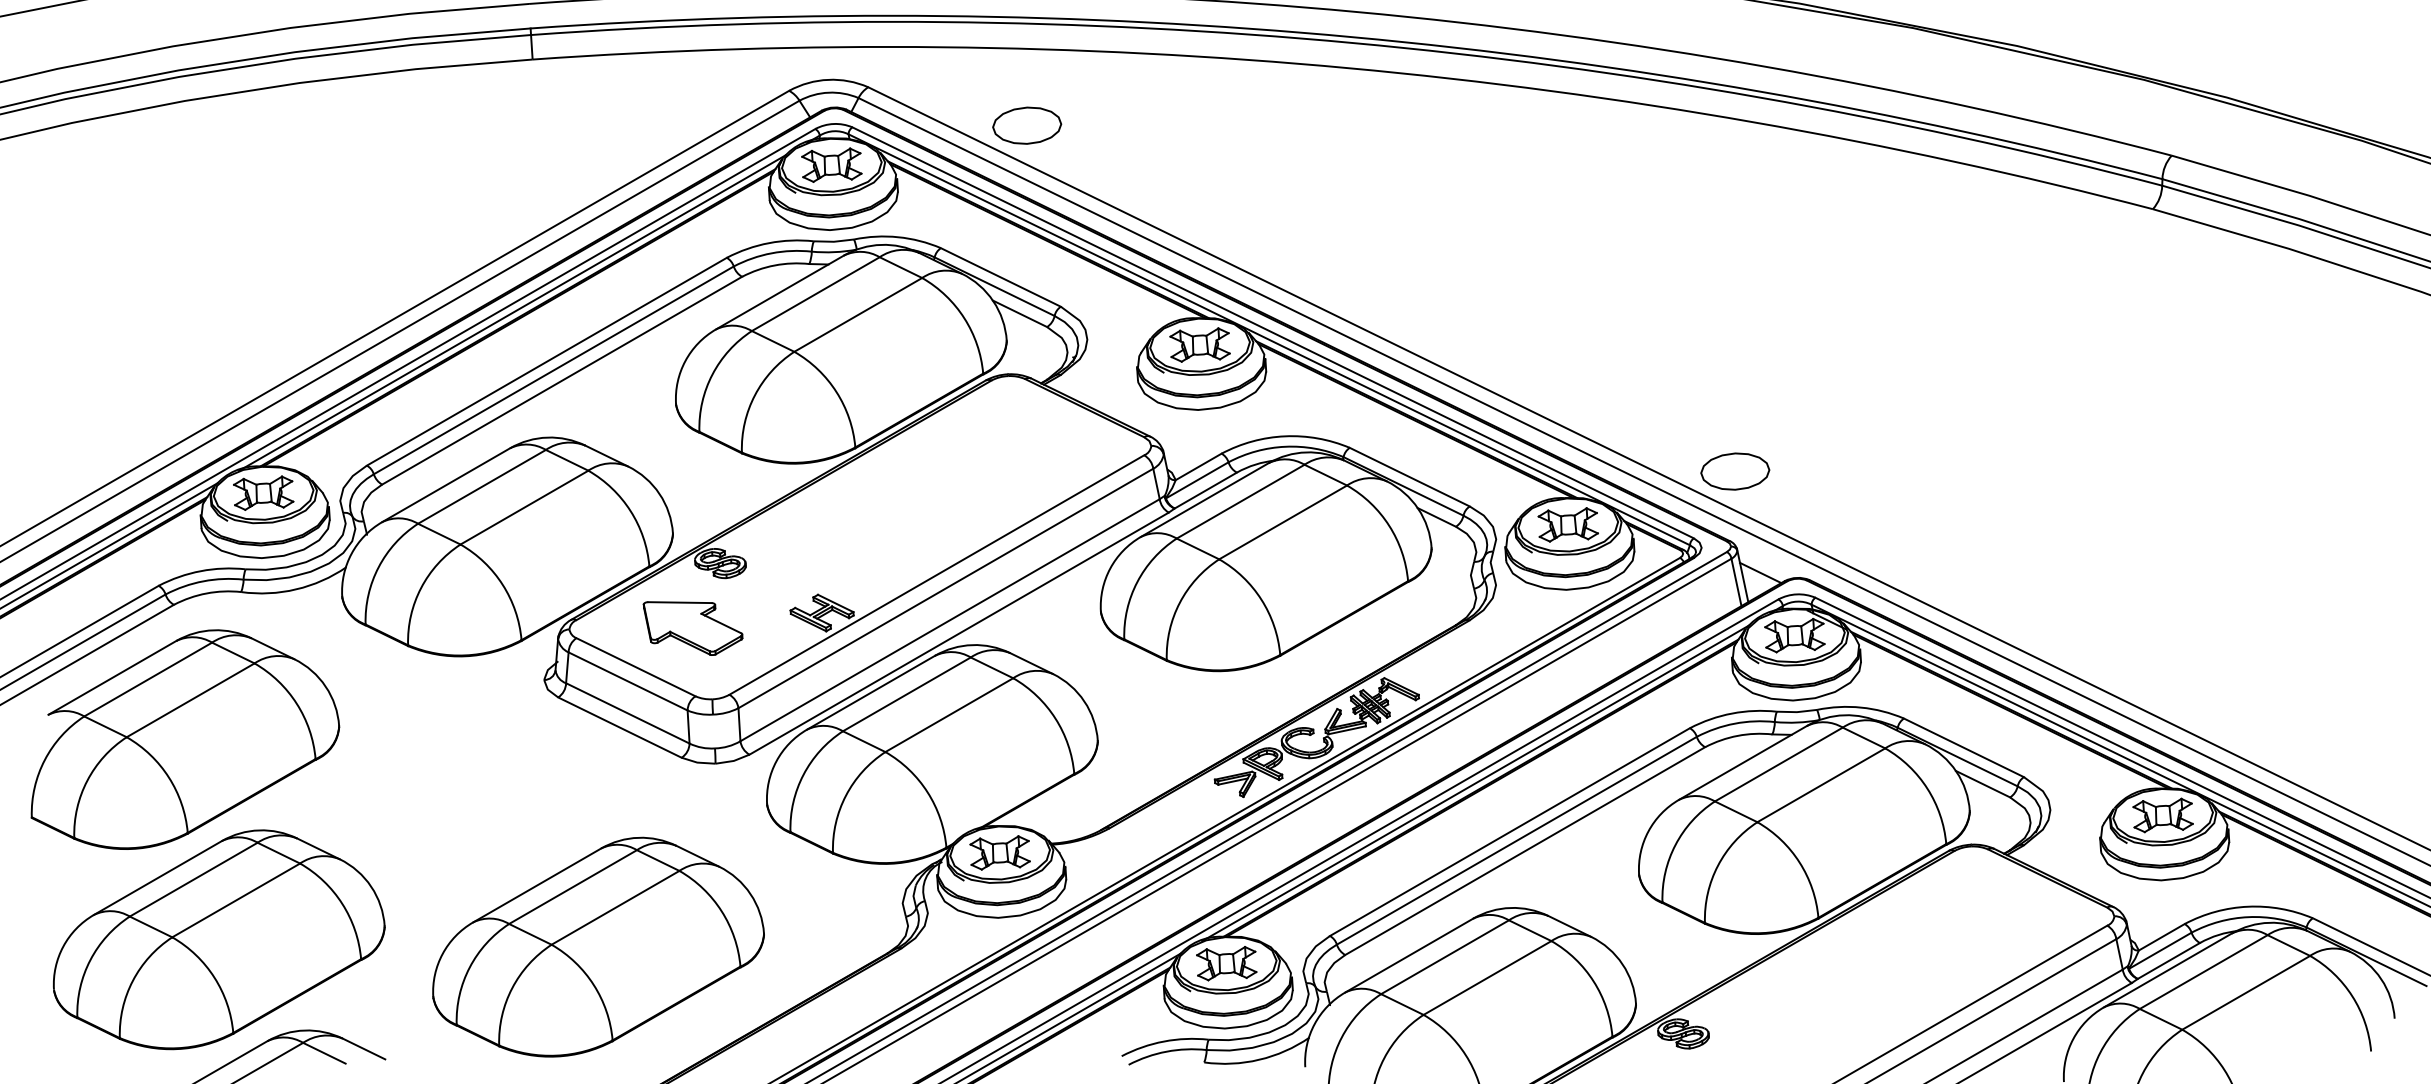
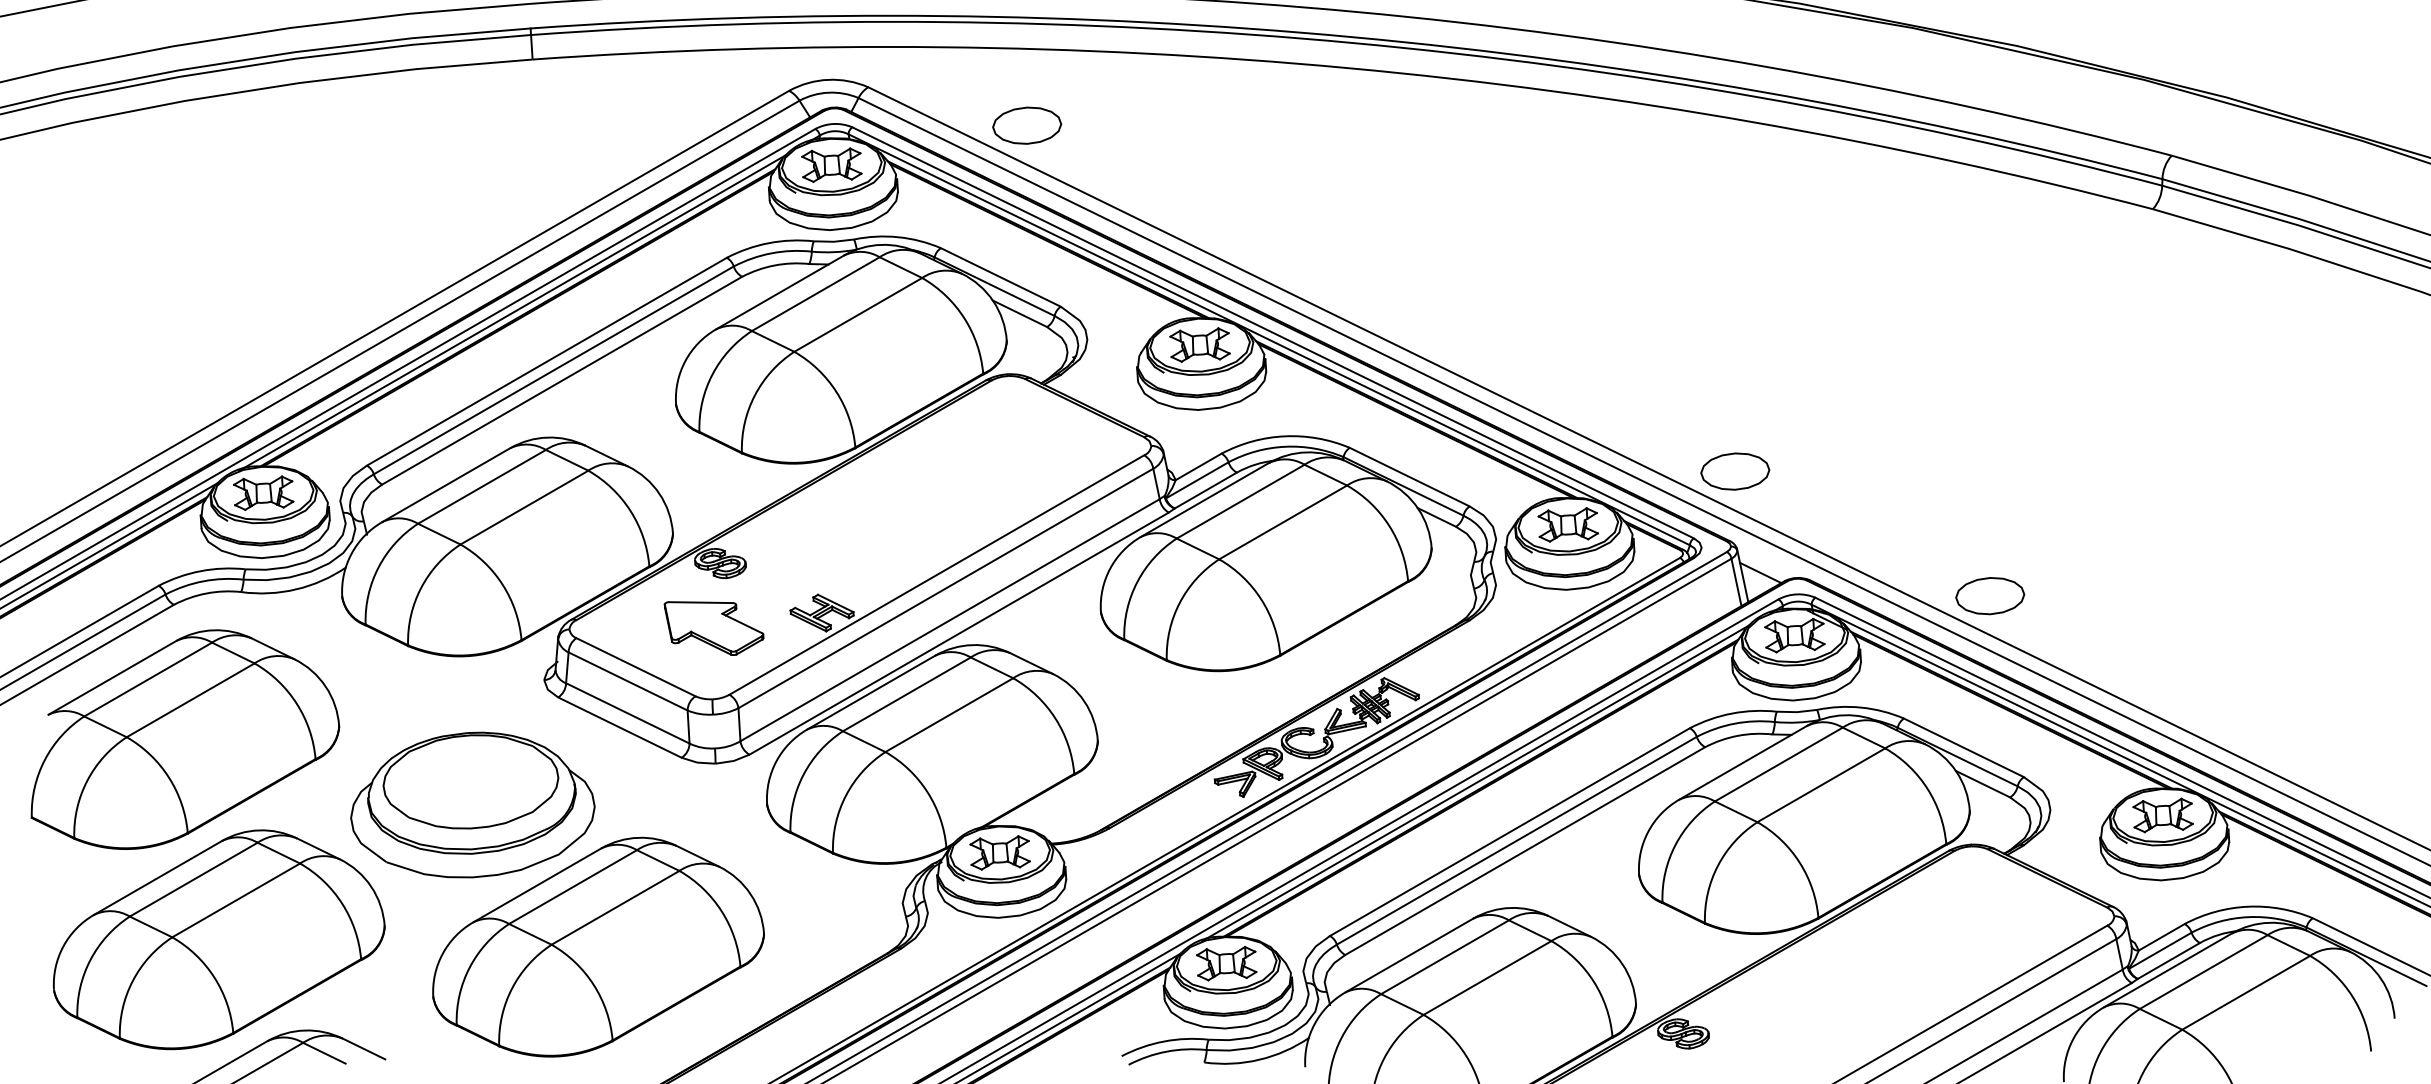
part at (1990, 596): none -> present
part at (692, 628) position: (692, 628) -> (713, 628)
part at (472, 804): none -> present
